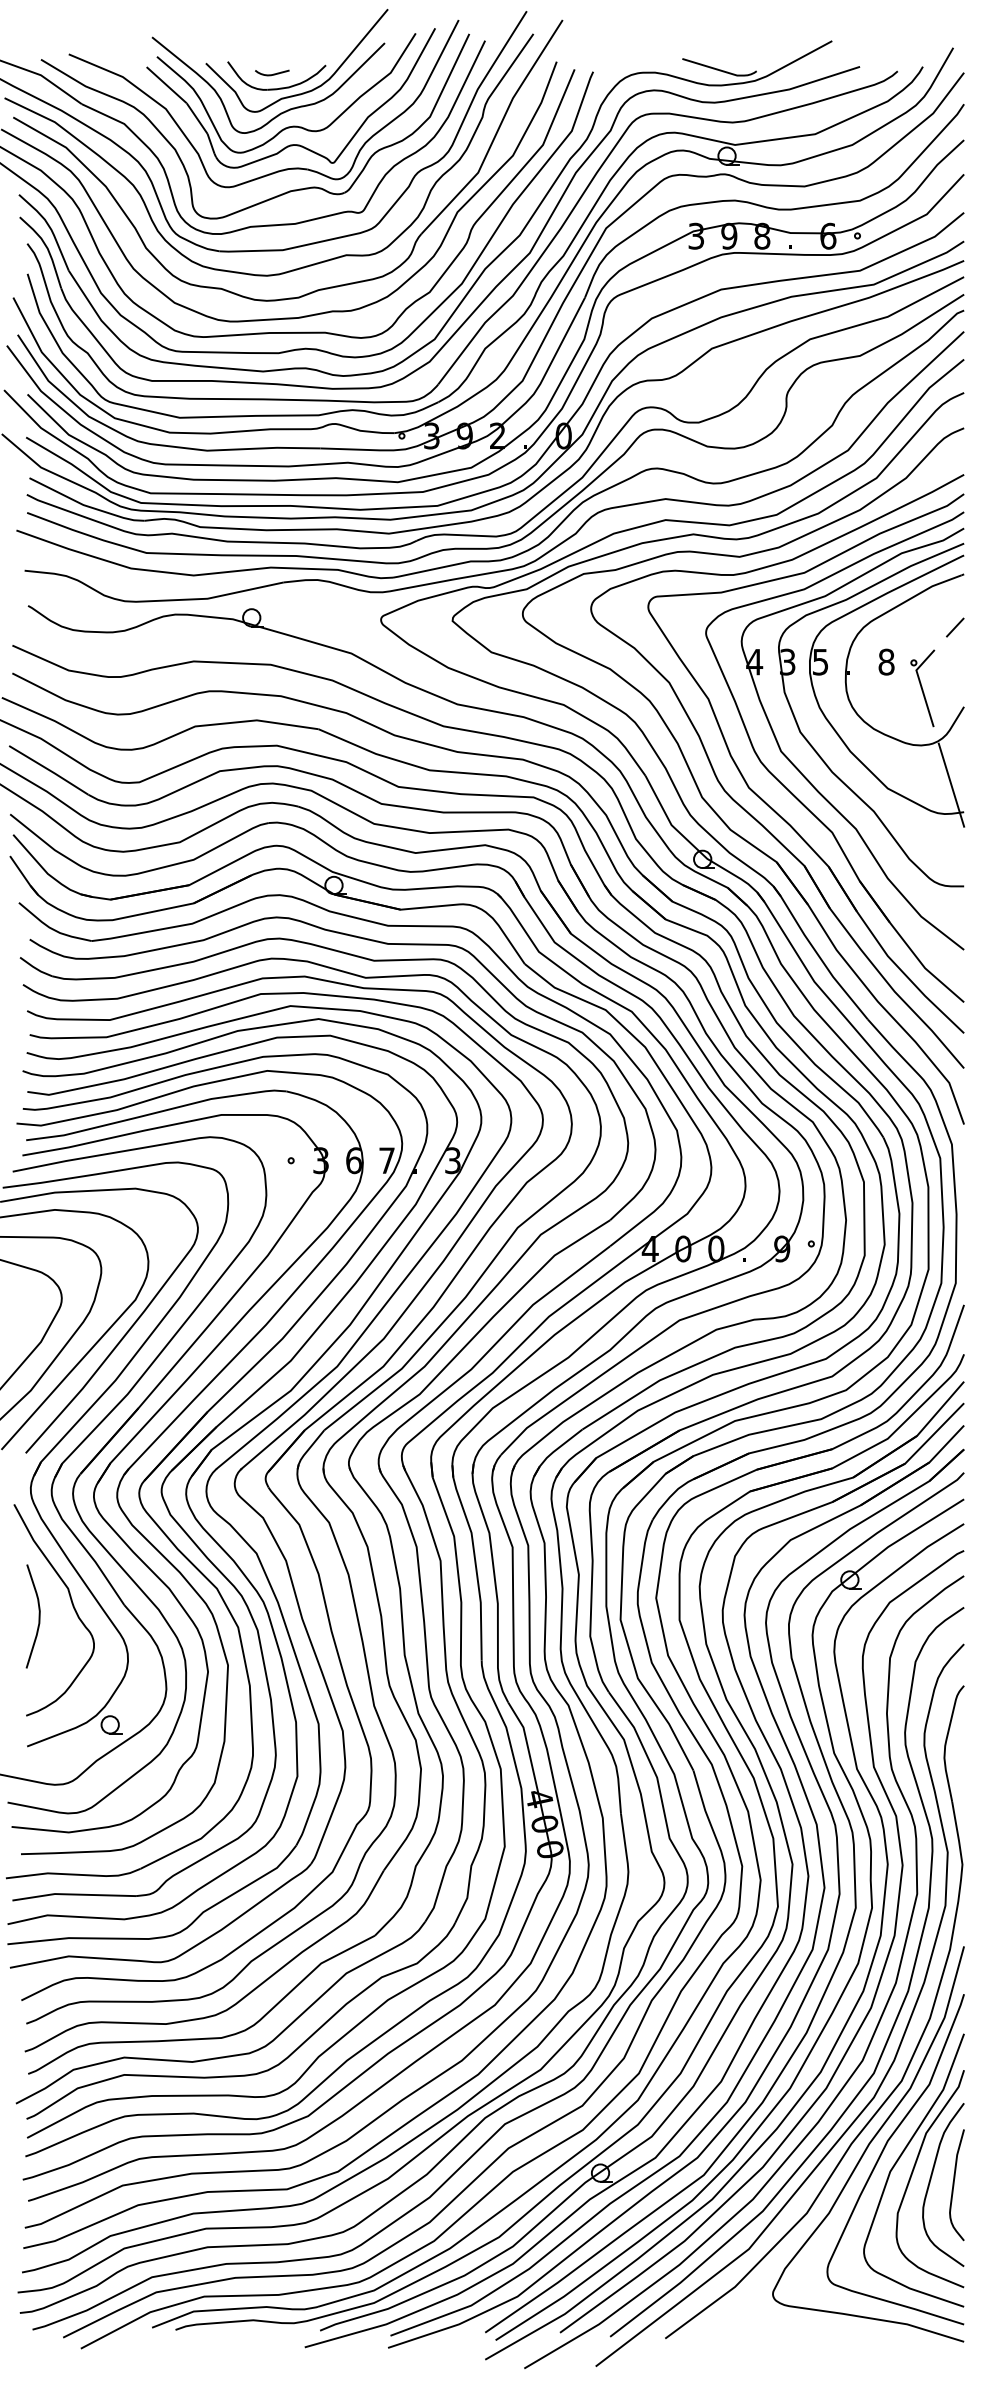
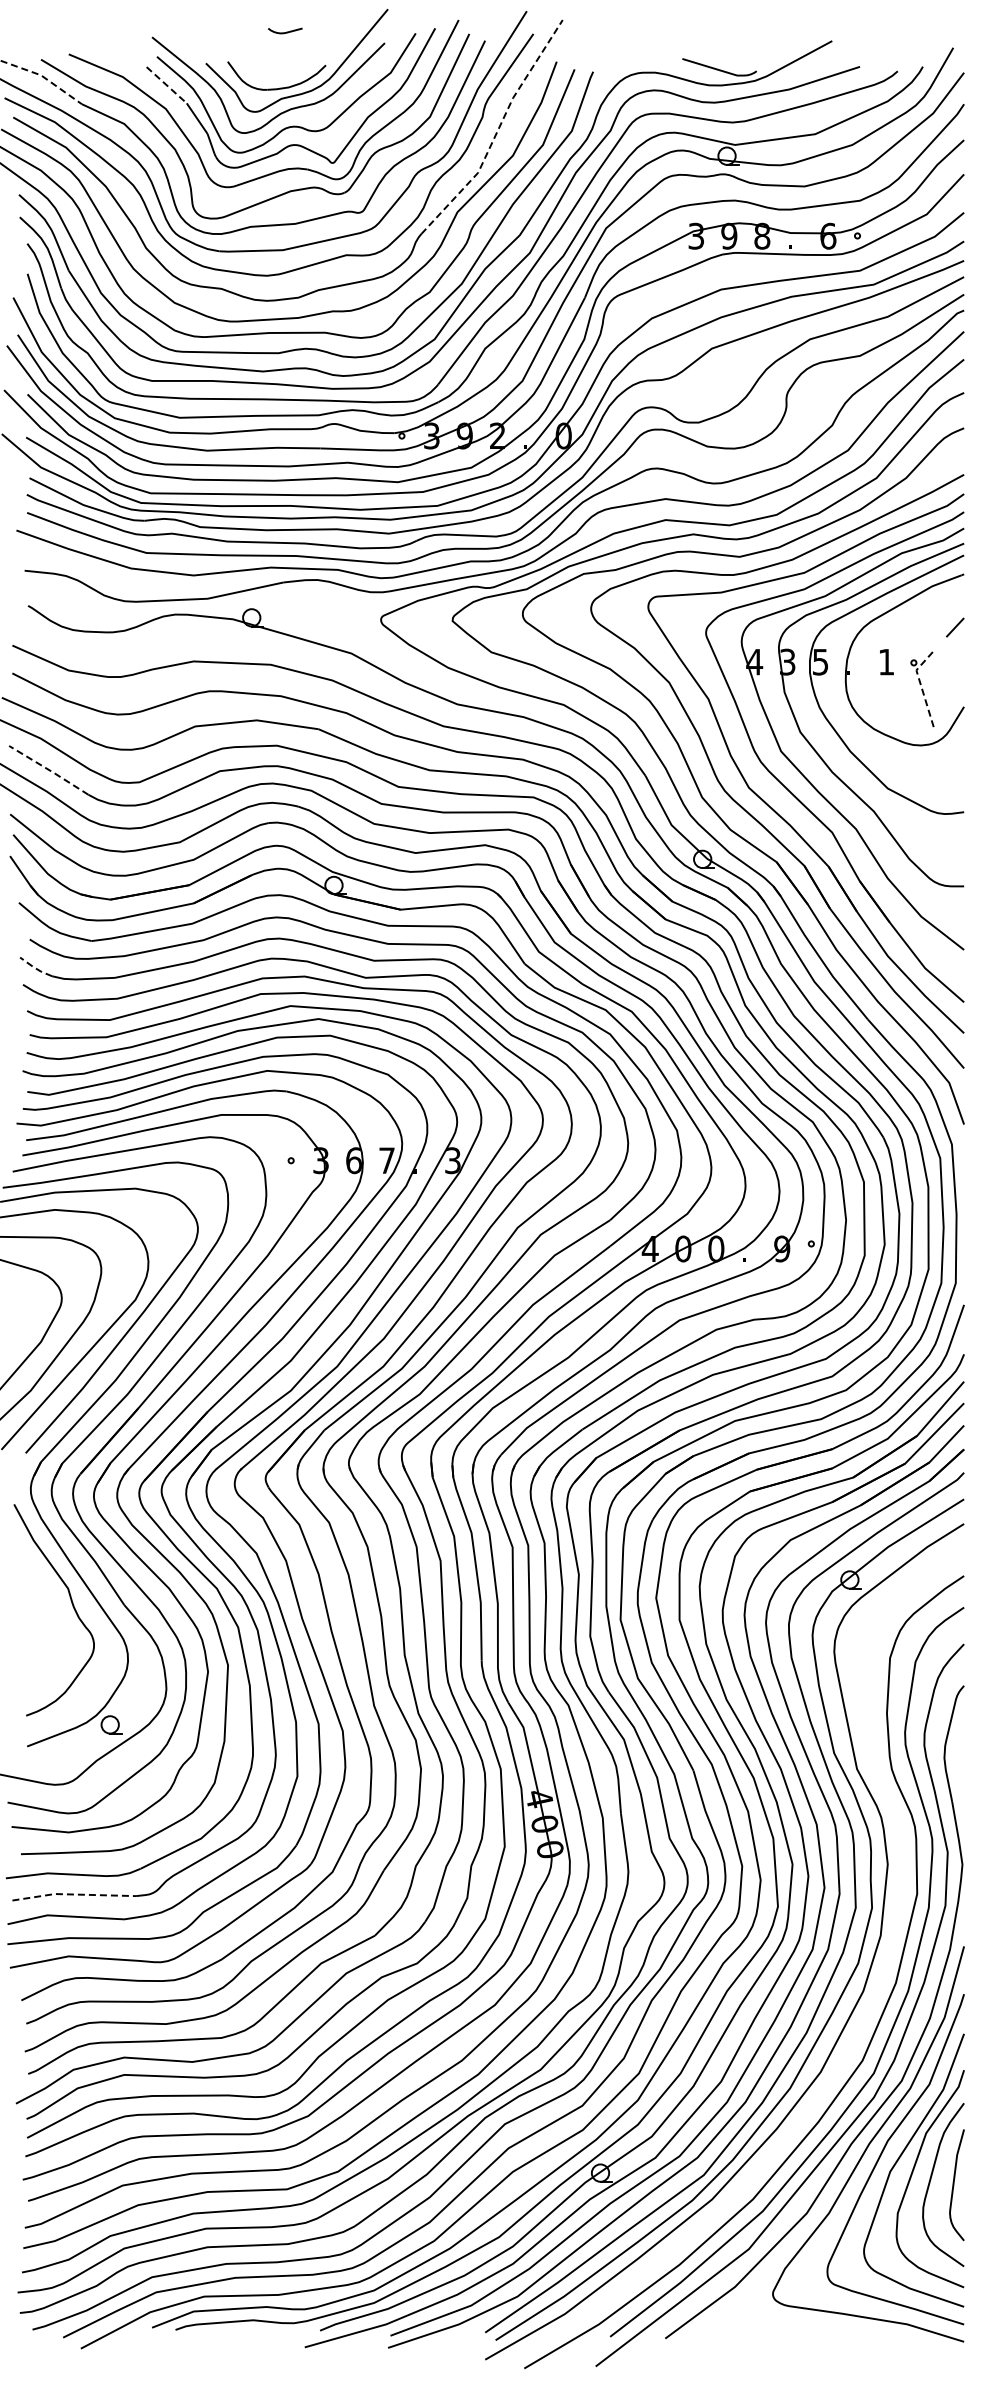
curve at (273, 73) position: (273, 73) -> (286, 31)
line at (43, 77): solid -> dashed
line at (167, 85): solid -> dashed
line at (497, 131): solid -> dashed
text at (886, 661): 8 -> 1
line at (920, 684): solid -> dashed
line at (48, 769): solid -> dashed
line at (951, 784): present -> none
line at (35, 968): solid -> dashed
curve at (38, 1616): present -> none
line at (73, 1894): solid -> dashed
curve at (878, 1981): present -> none
